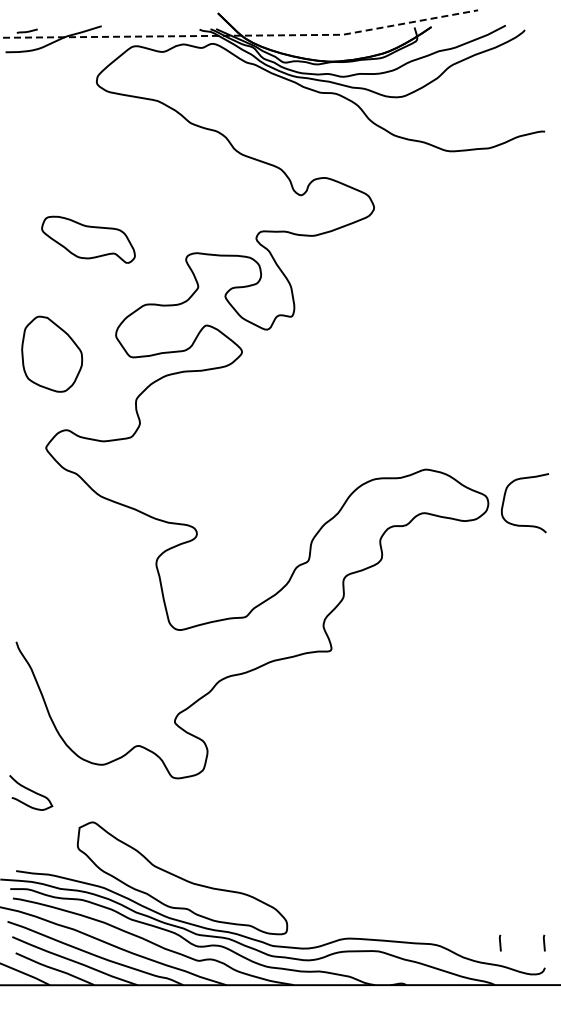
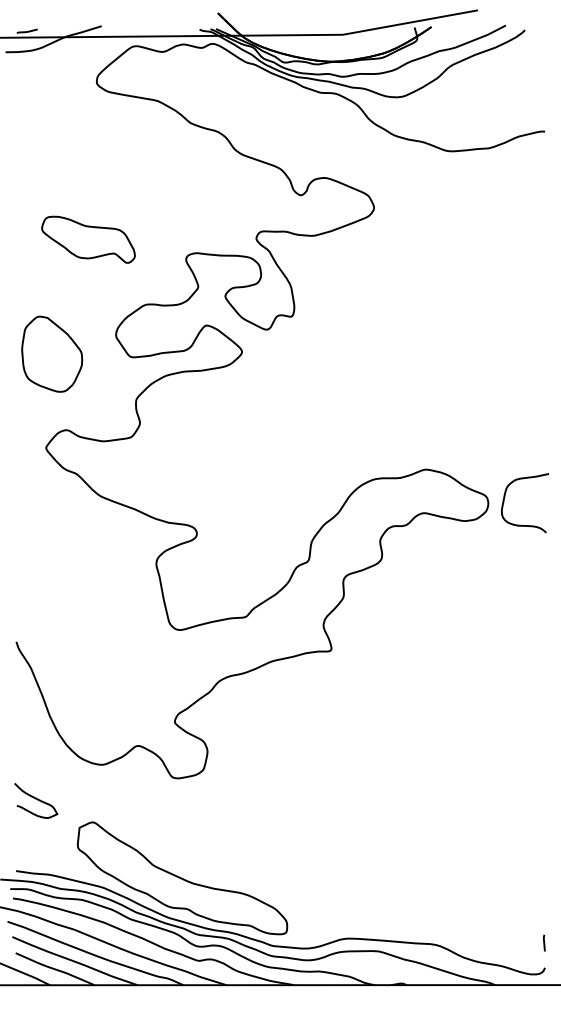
line at (241, 35): dashed -> solid
curve at (31, 791) position: (31, 791) -> (36, 799)
line at (500, 942): present -> none
